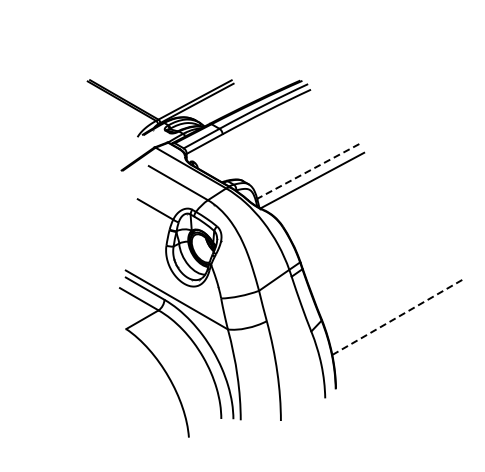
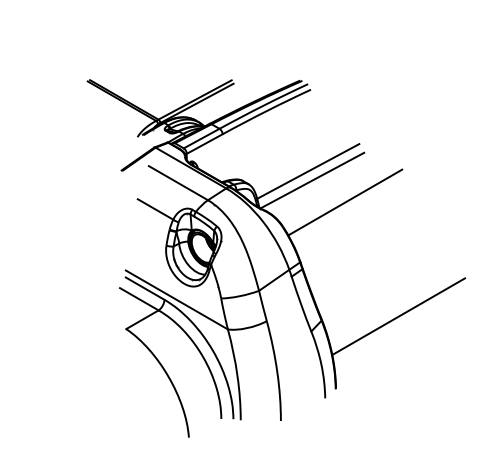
line at (308, 171): dashed -> solid
line at (345, 202): none -> present
line at (398, 316): dashed -> solid
